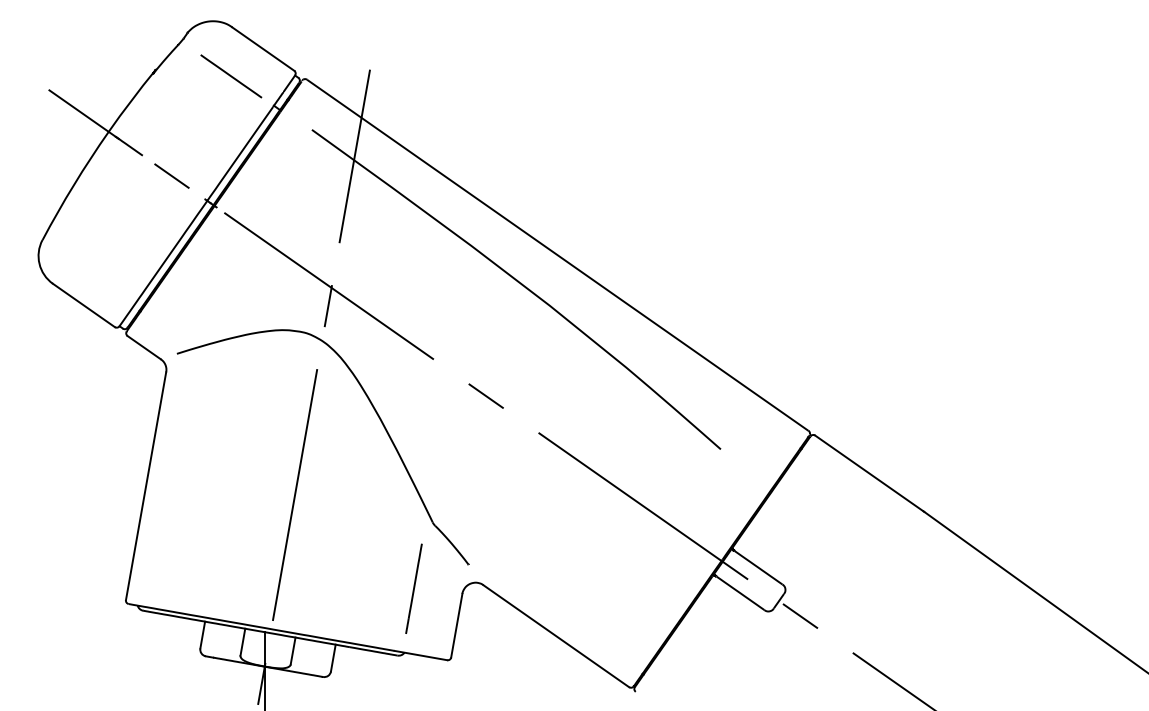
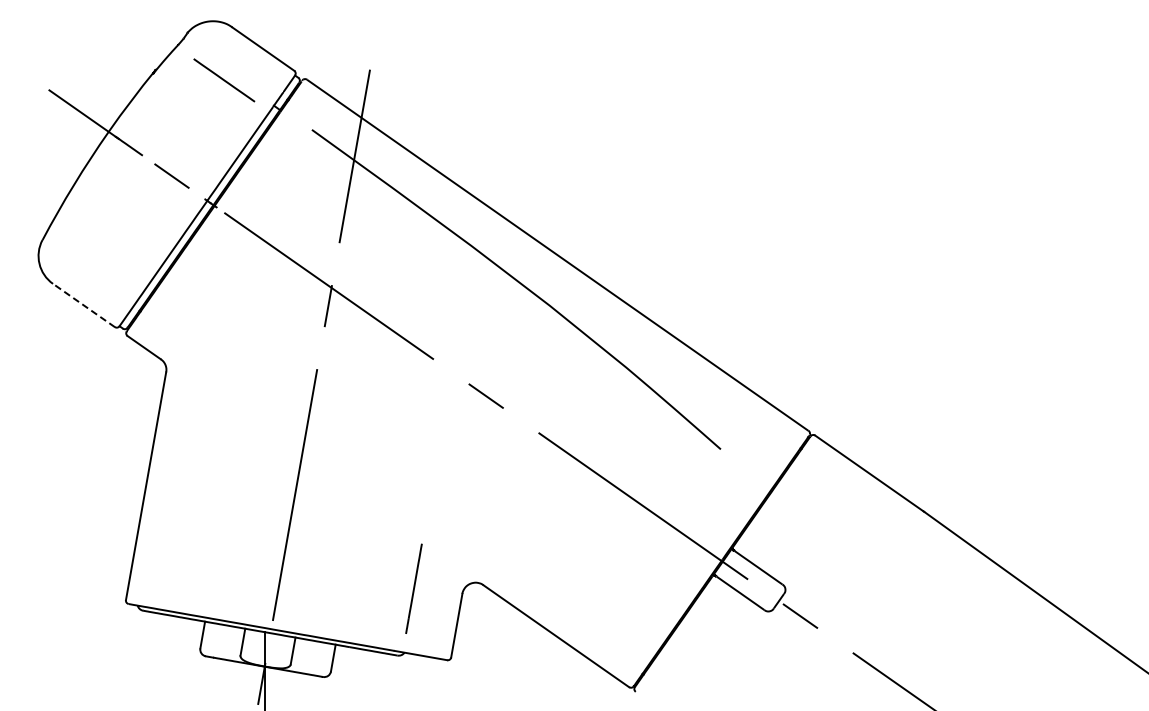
line at (231, 76) position: (231, 76) -> (224, 80)
line at (83, 305): solid -> dashed
part at (377, 416): present -> none
